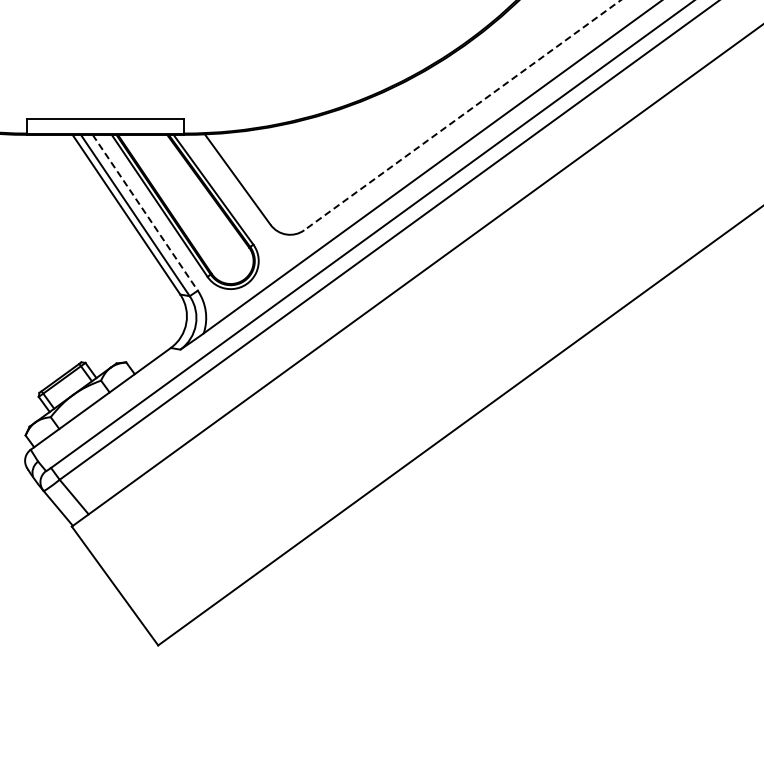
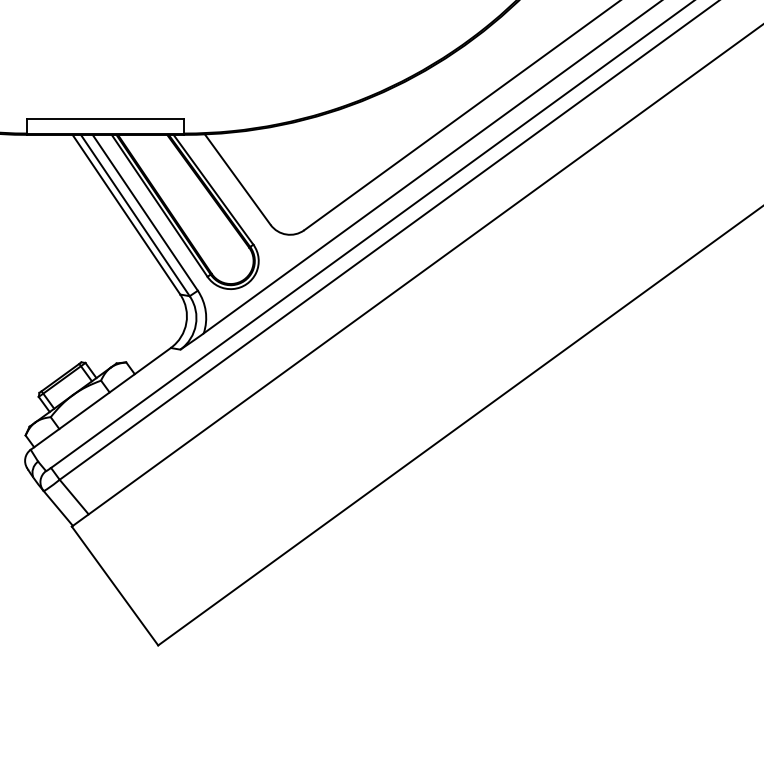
line at (462, 115): dashed -> solid
line at (145, 213): dashed -> solid
